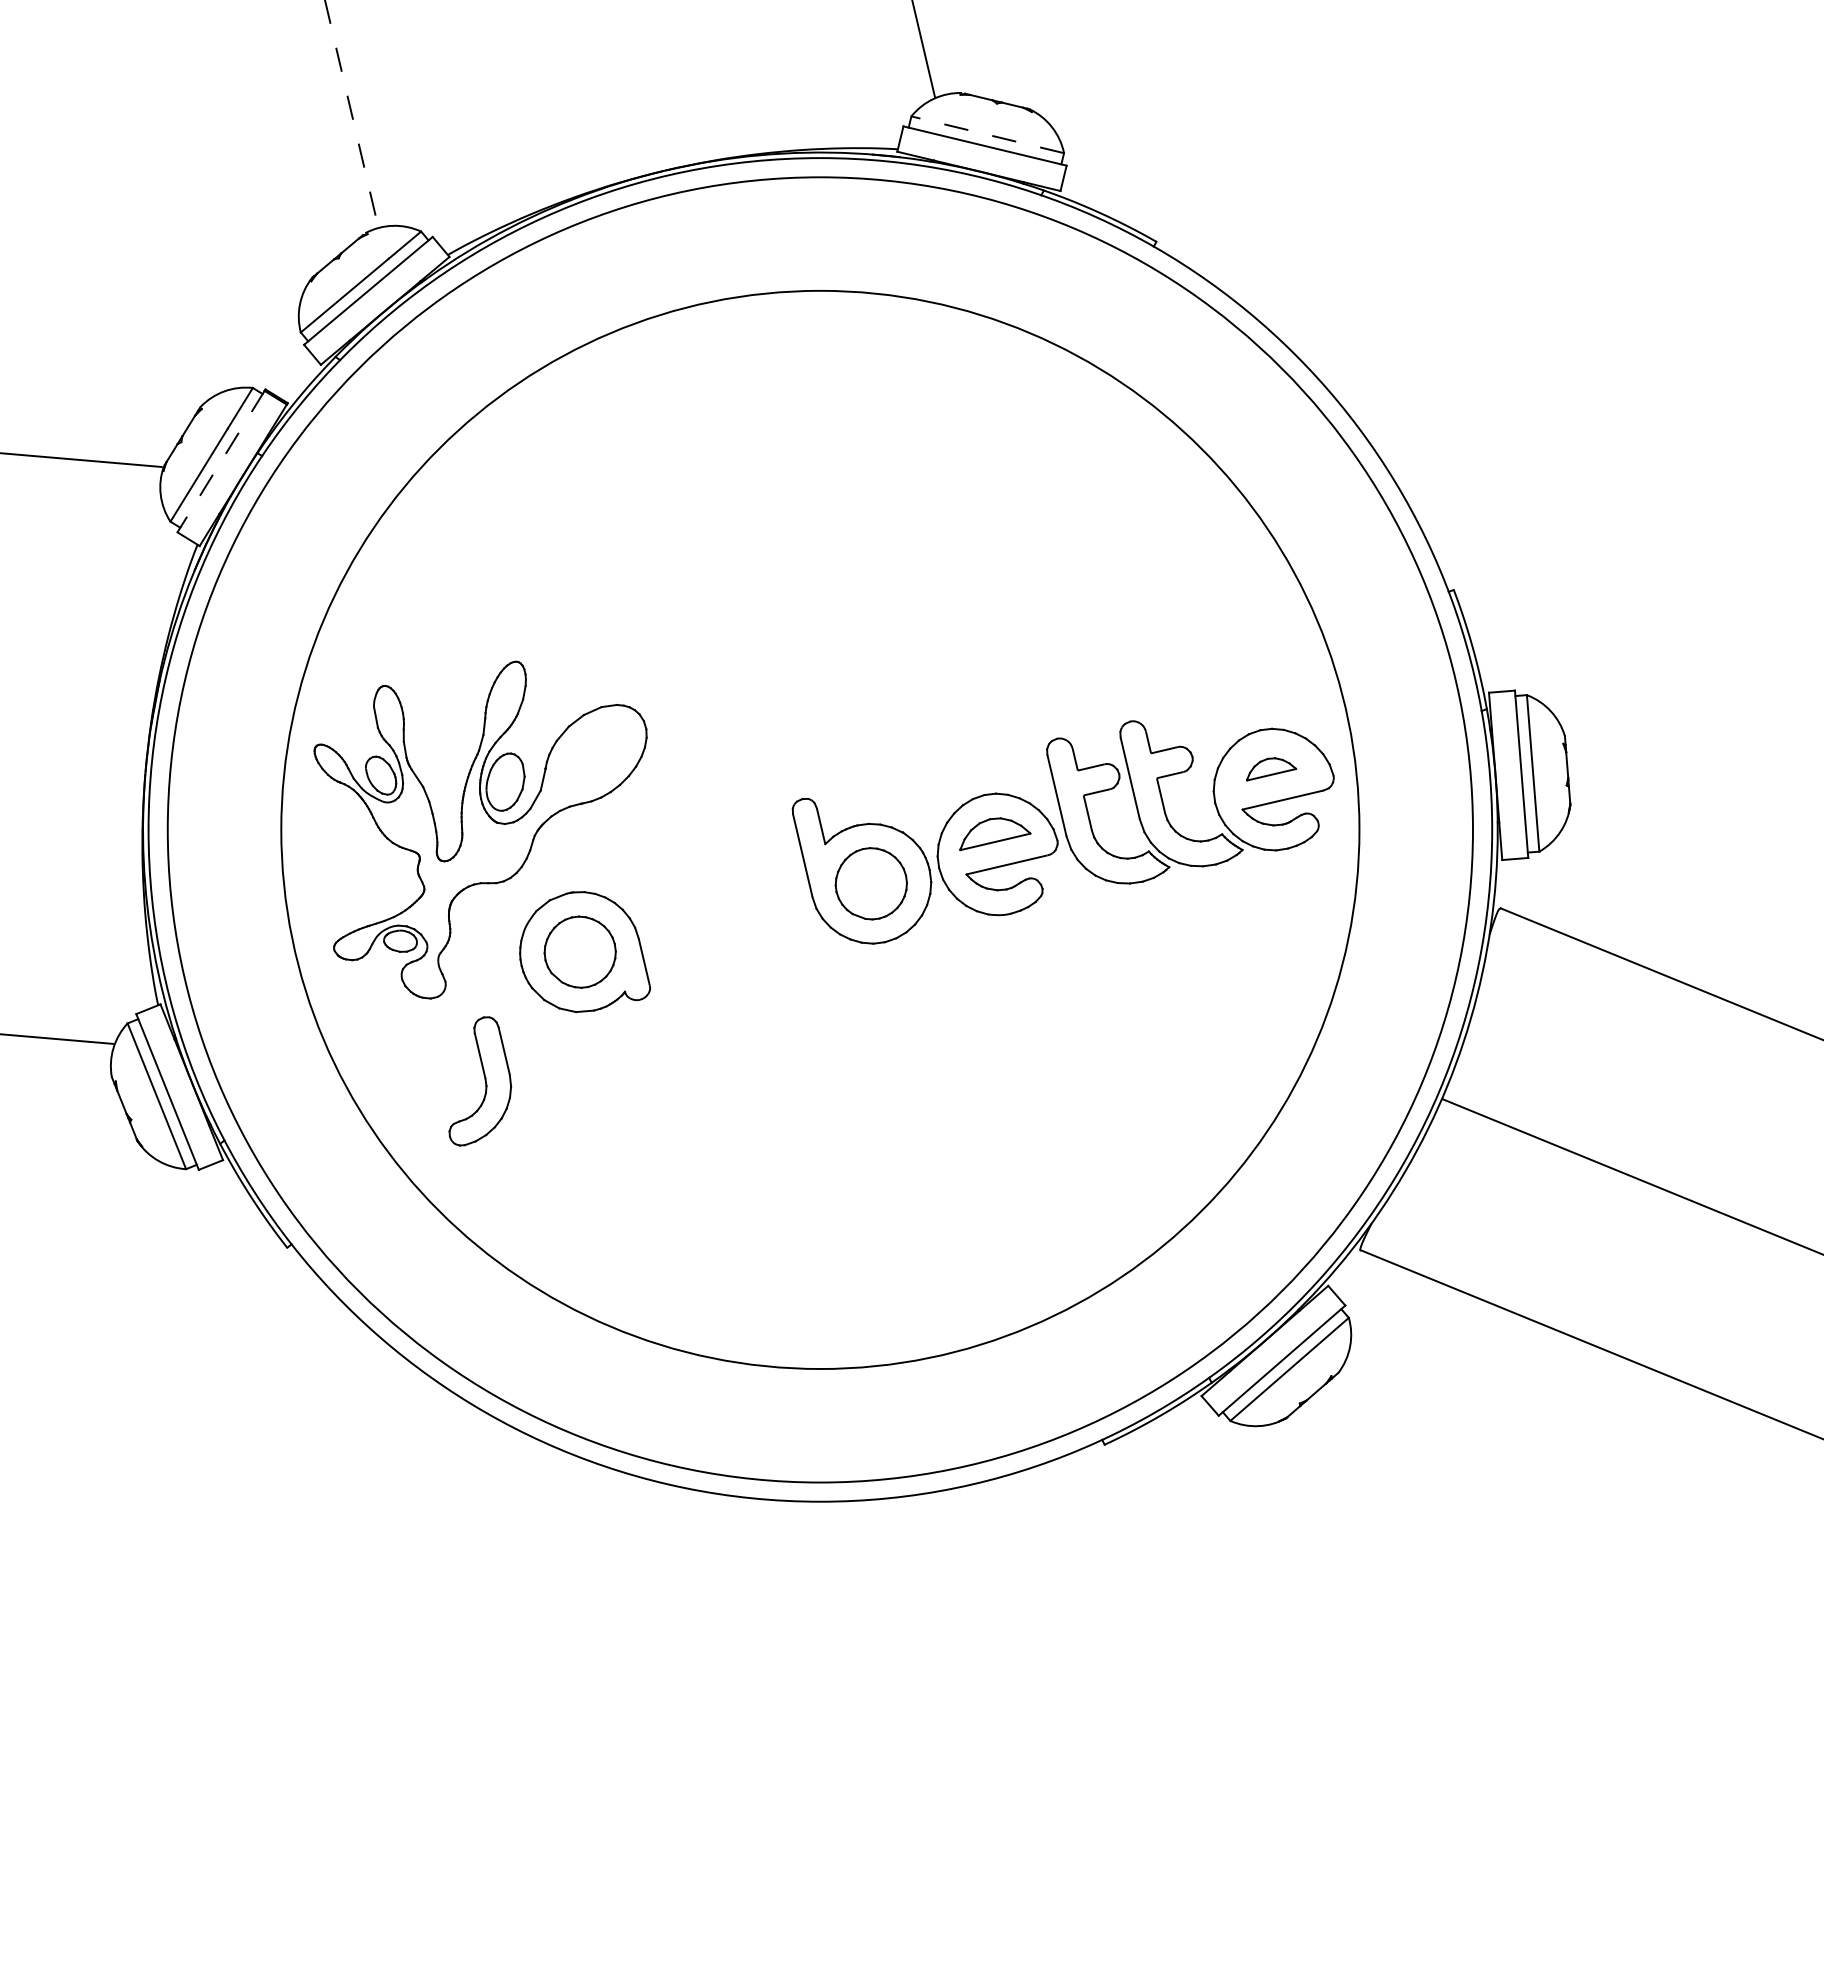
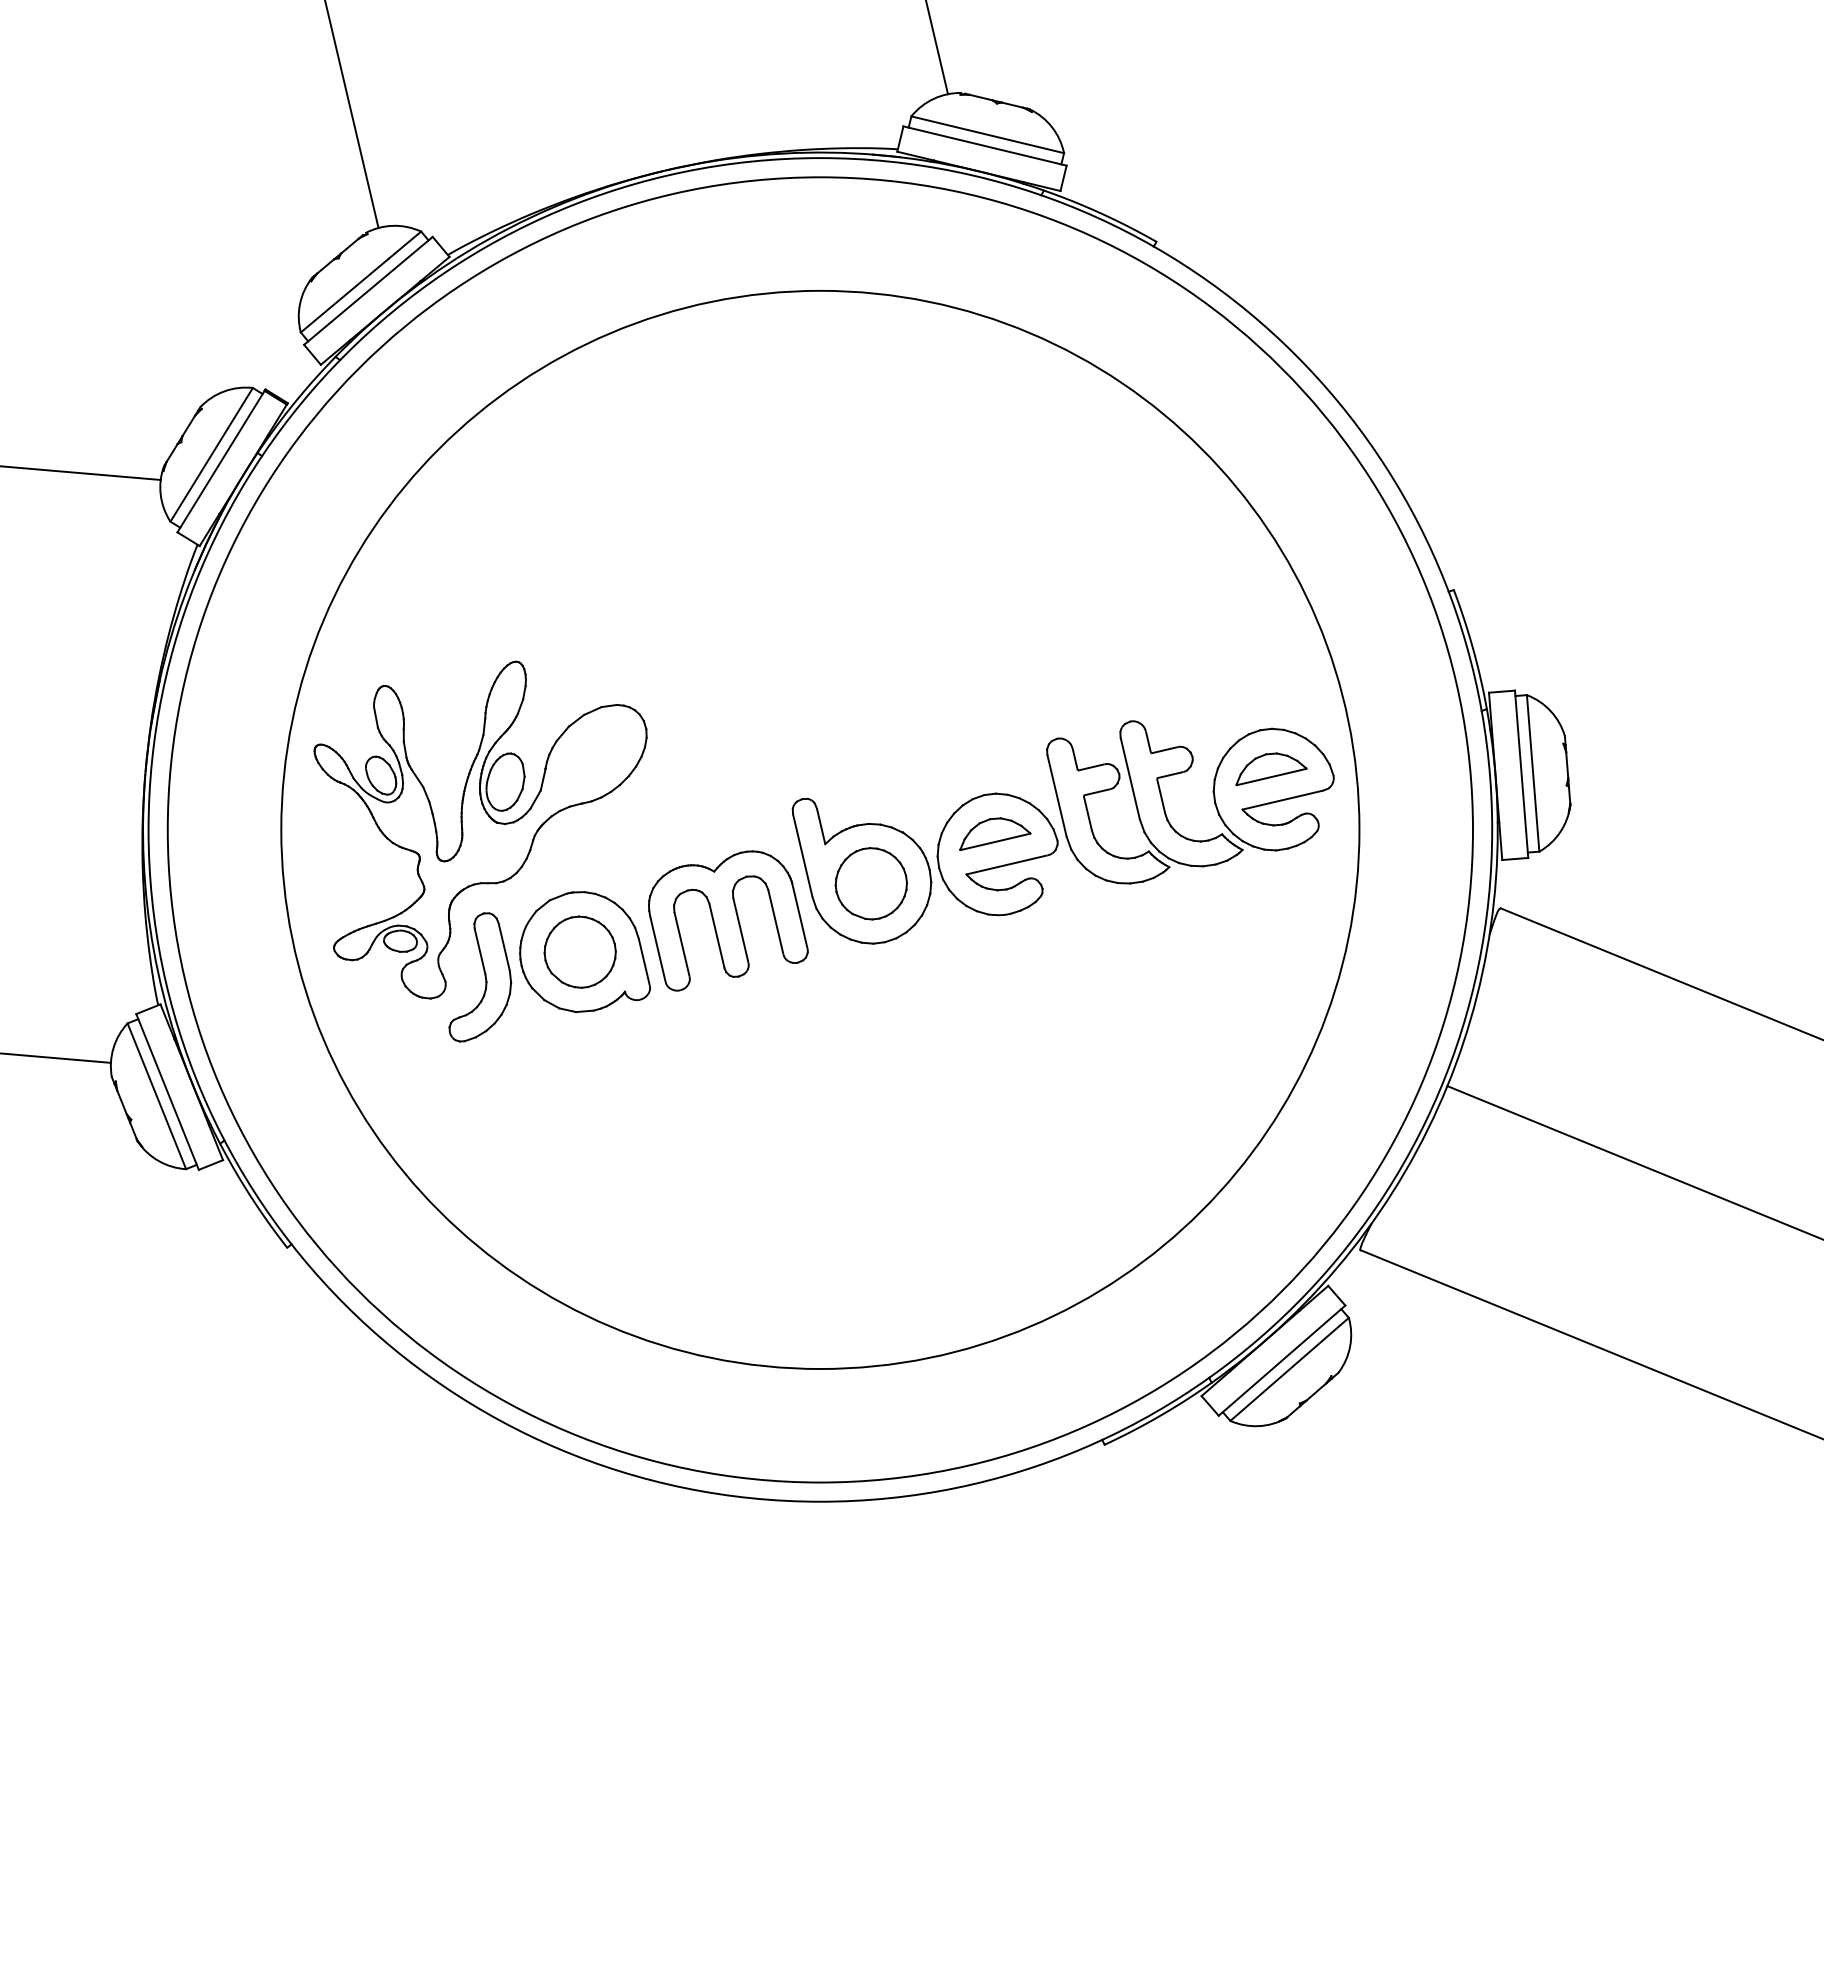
line at (923, 49) position: (923, 49) -> (937, 48)
line at (351, 114): dashed -> solid
line at (987, 134): dashed -> solid
line at (81, 459) position: (81, 459) -> (81, 472)
line at (220, 462): dashed -> solid
part at (1271, 769) size: 52x25 px -> 73x35 px
part at (728, 920): none -> present
line at (57, 1038) position: (57, 1038) -> (56, 1057)
part at (480, 1081) position: (480, 1081) -> (480, 977)
line at (1631, 1176) position: (1631, 1176) -> (1633, 1162)
